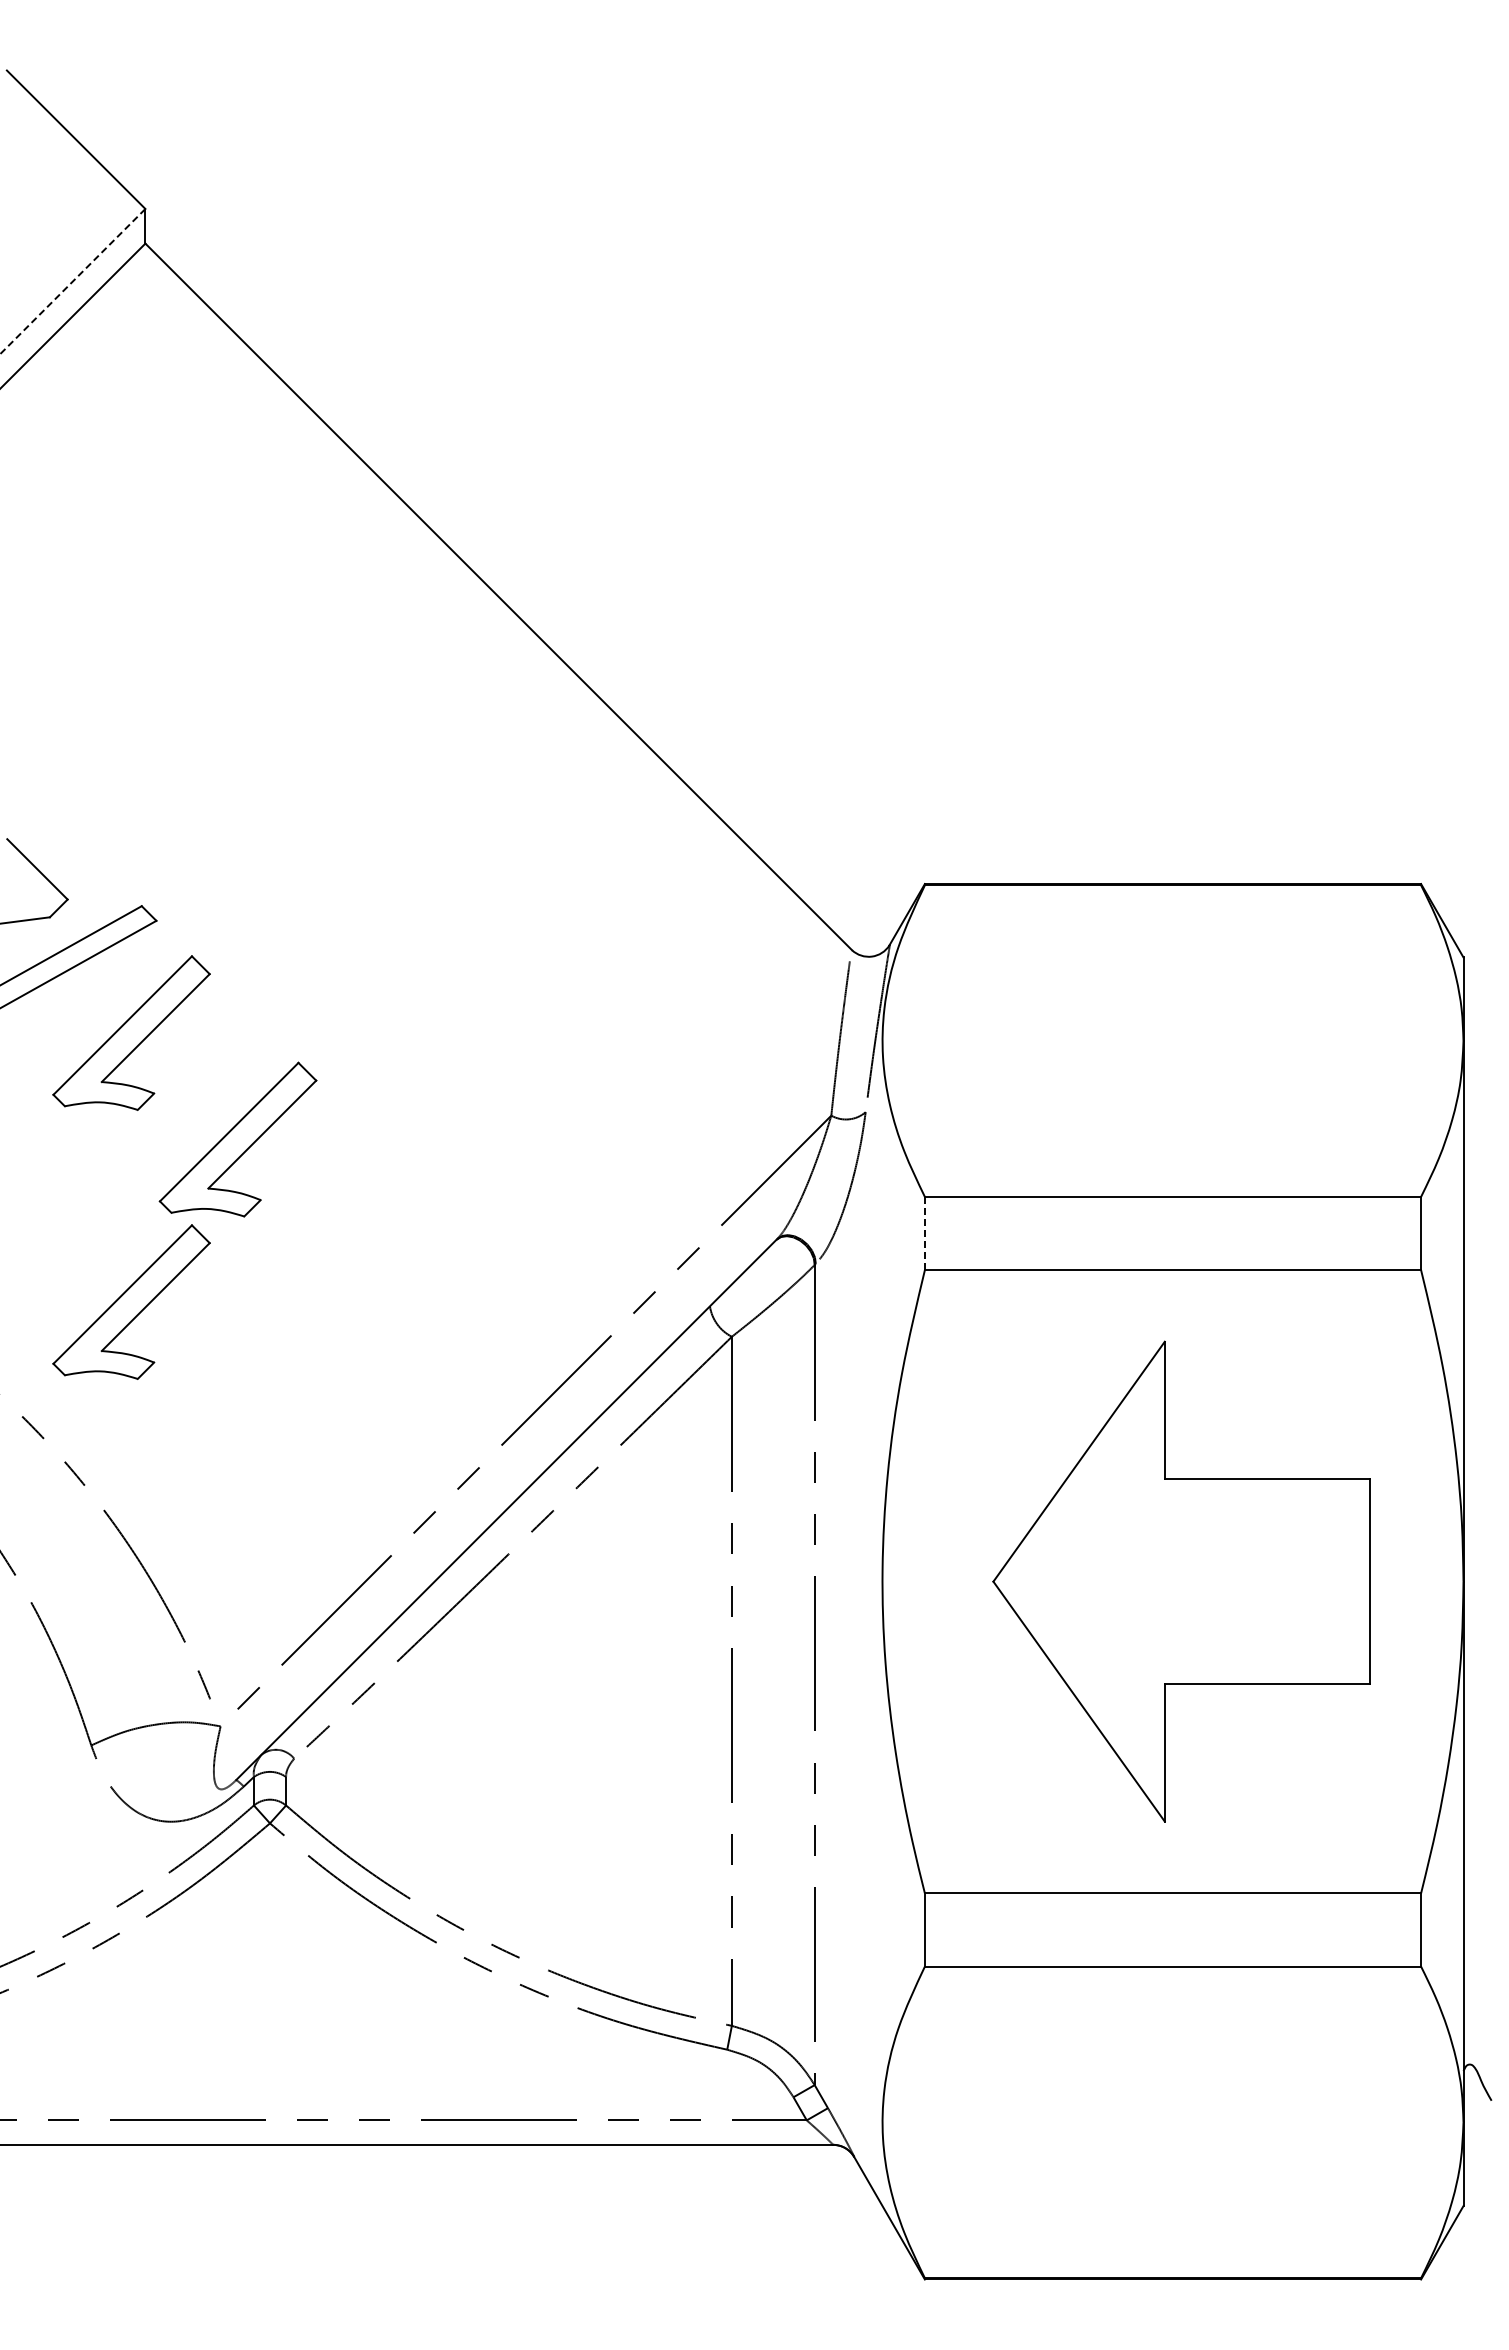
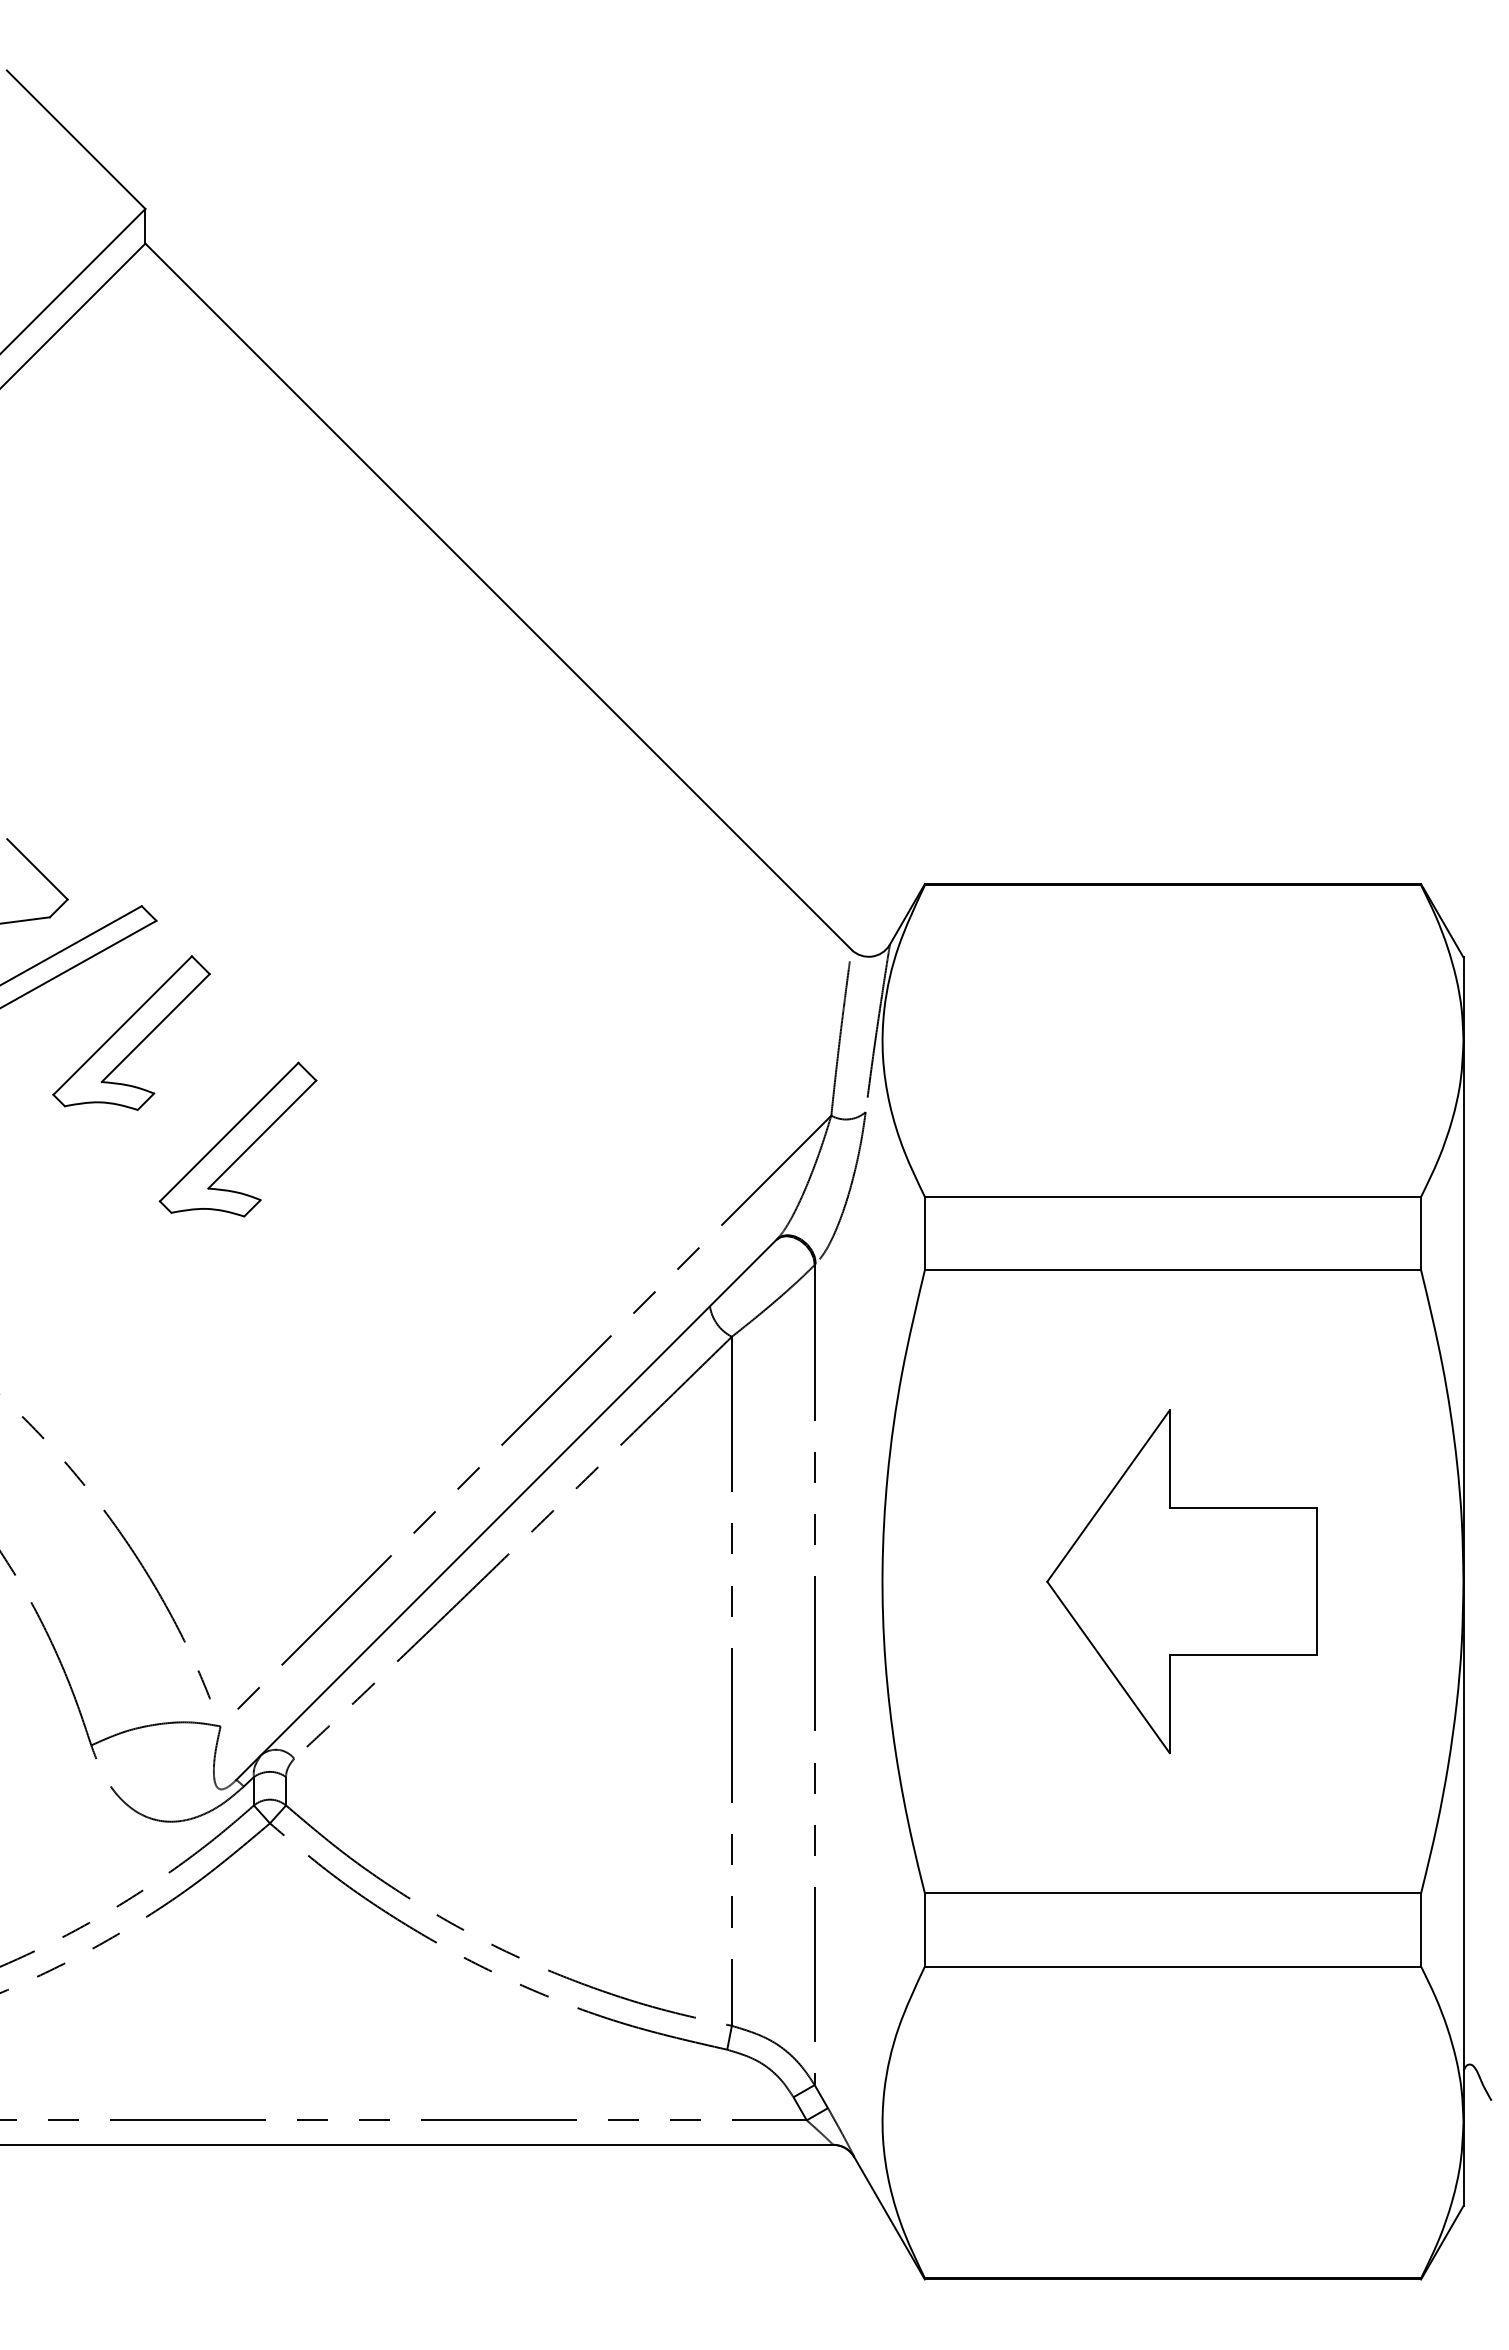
line at (72, 281): dashed -> solid
line at (924, 1233): dashed -> solid
part at (131, 1301): present -> none
part at (1181, 1581) size: 379x483 px -> 272x346 px
